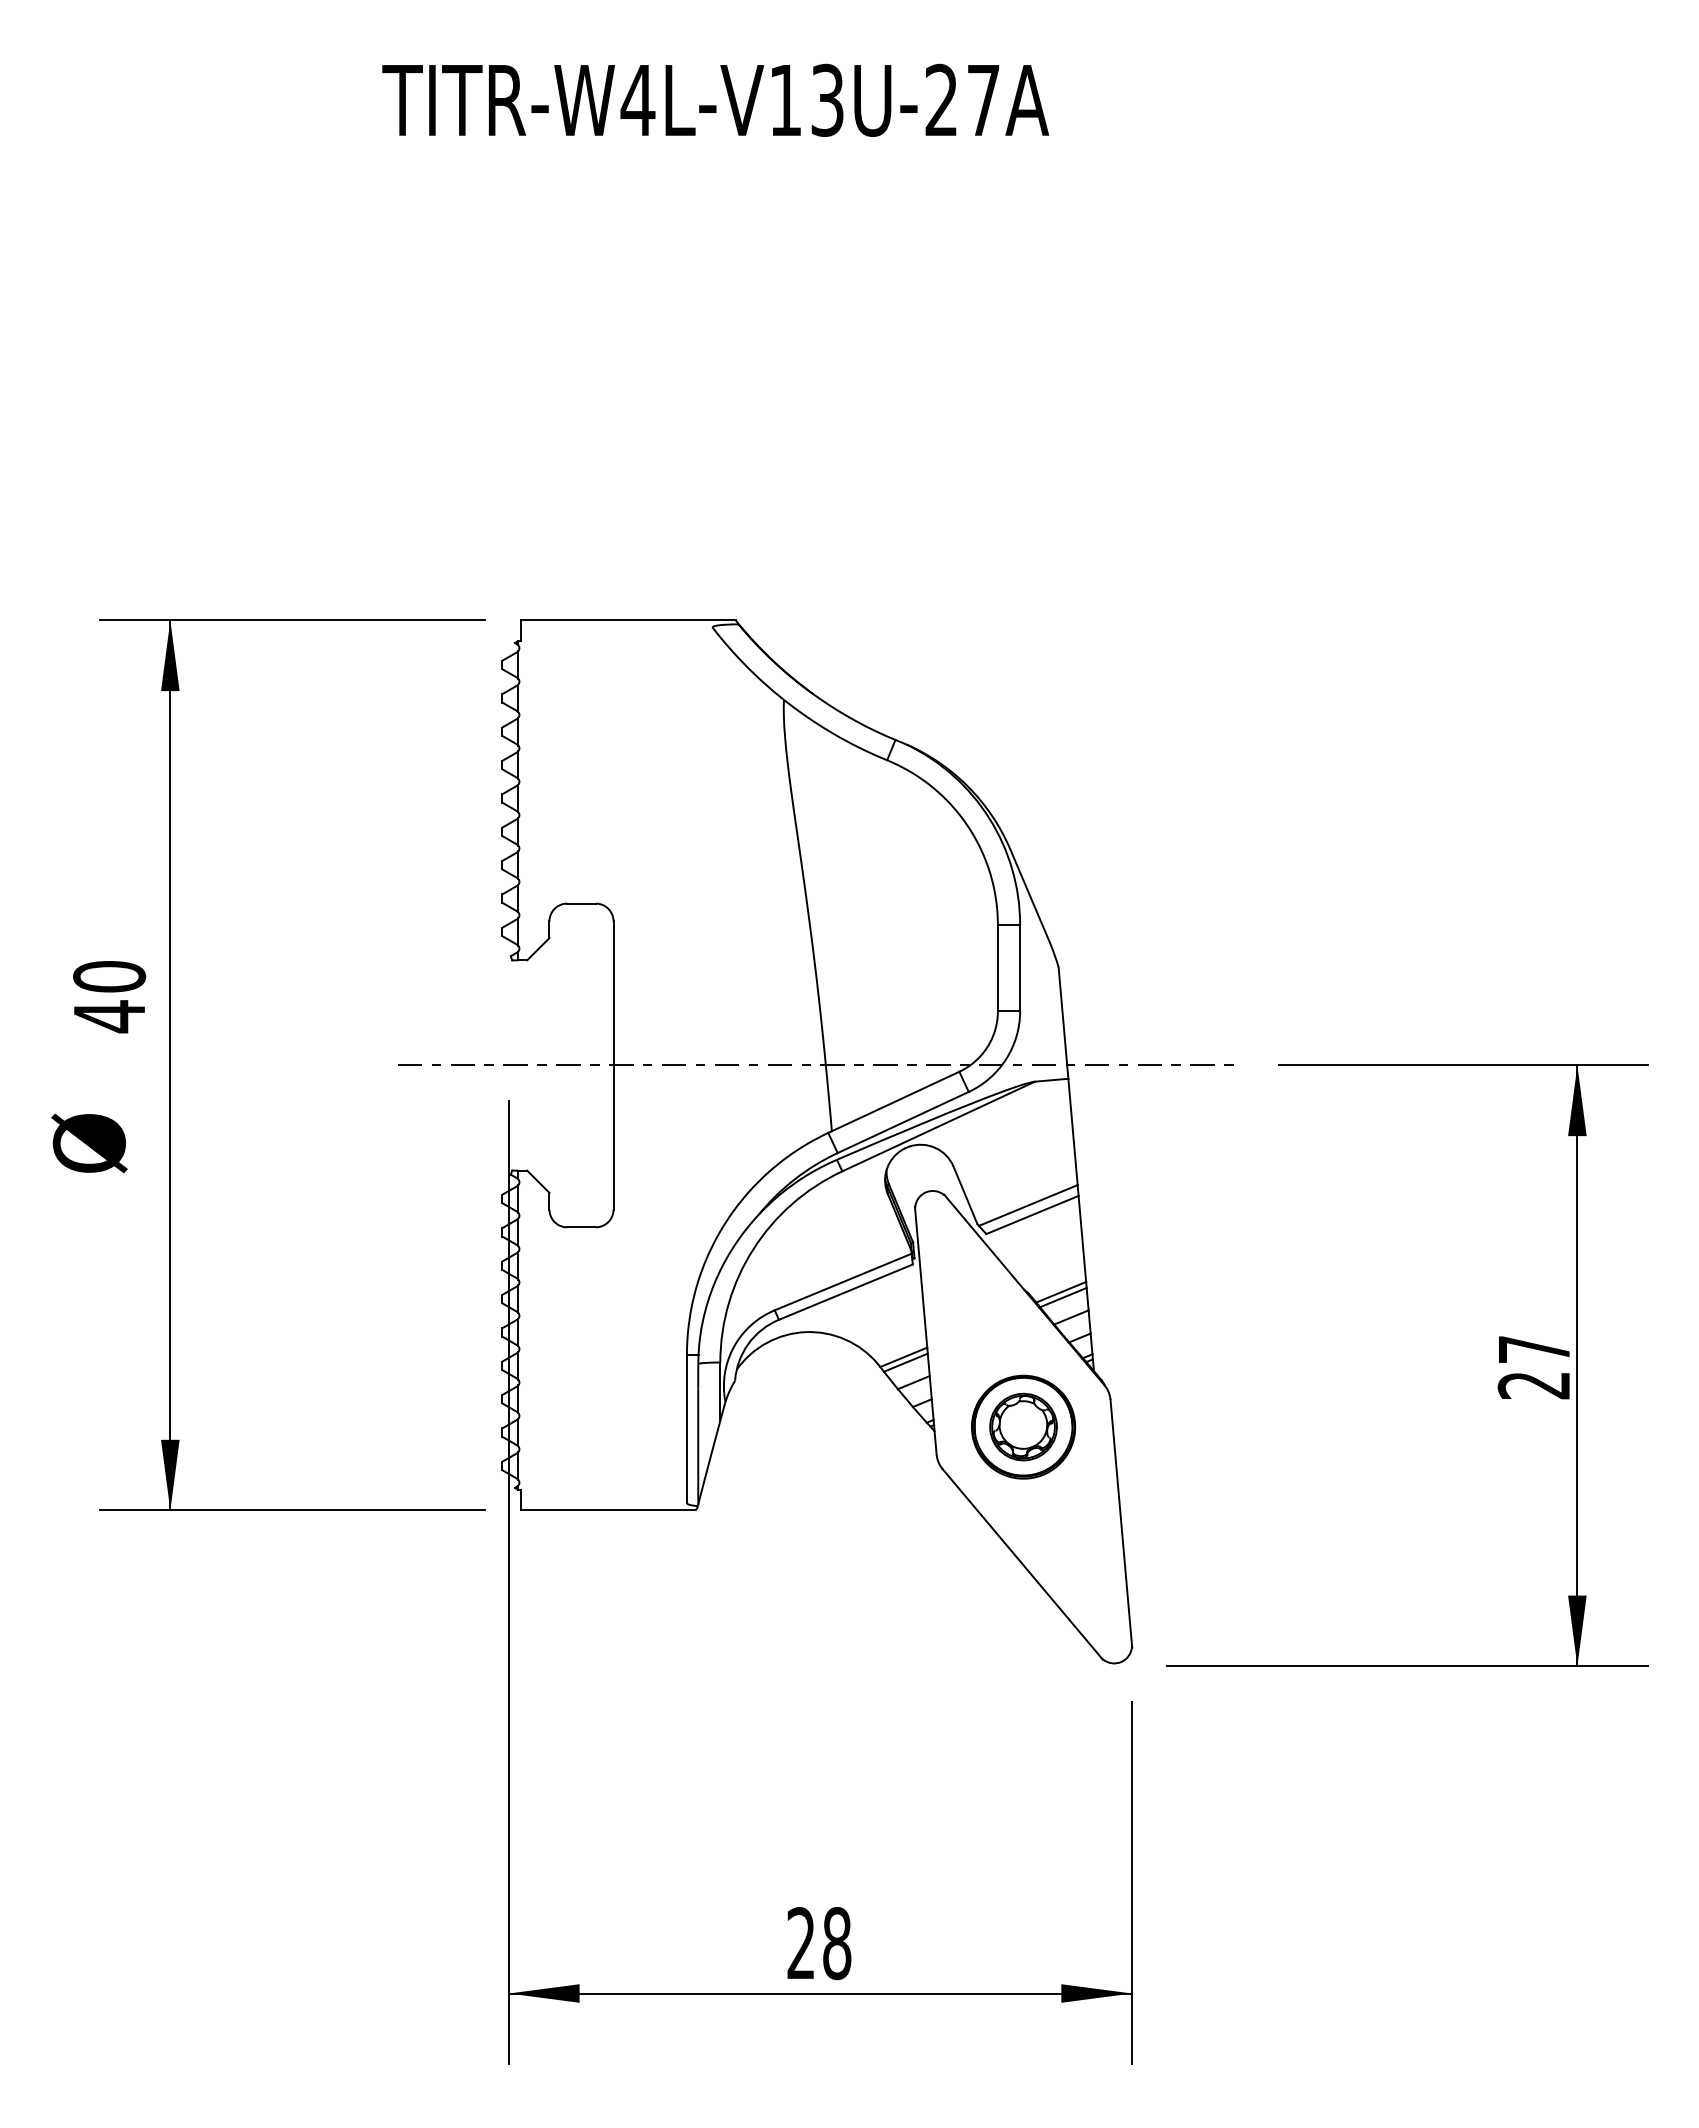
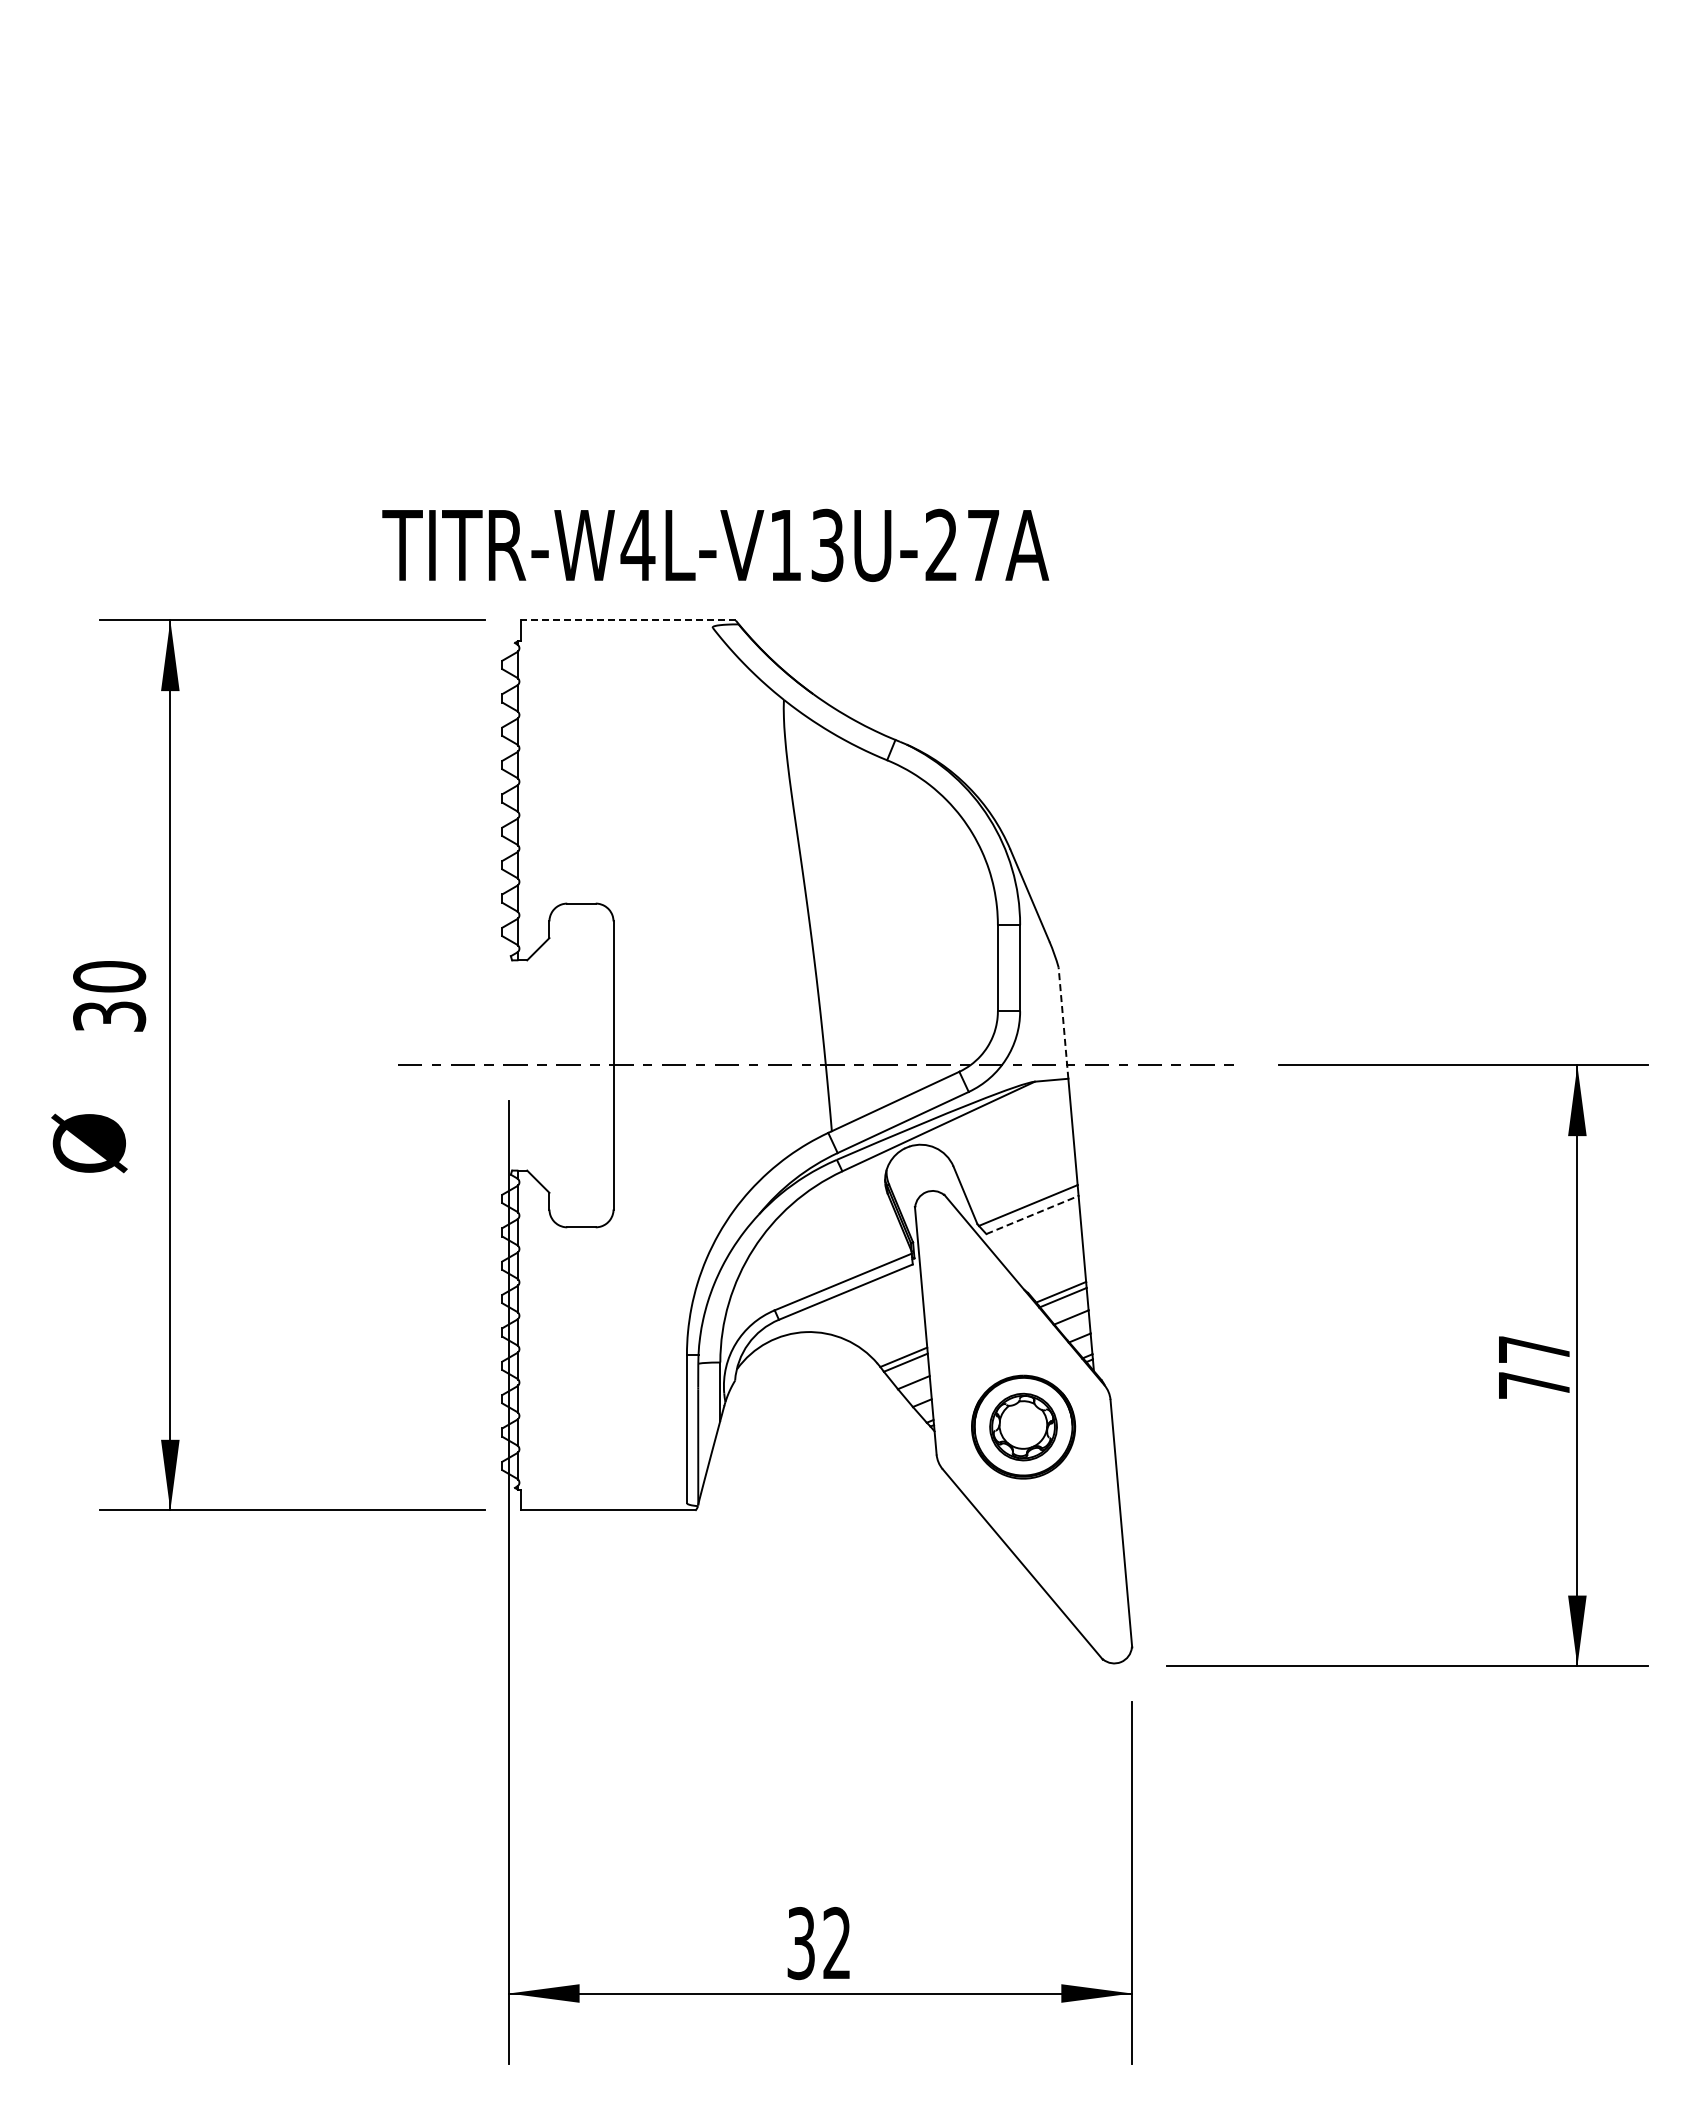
text at (715, 99) position: (715, 99) -> (715, 544)
line at (628, 620): solid -> dashed
text at (109, 1016): 40 -> 30
line at (1063, 1023): solid -> dashed
line at (1032, 1214): solid -> dashed
text at (1533, 1385): 27 -> 77
text at (819, 1943): 28 -> 32
